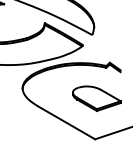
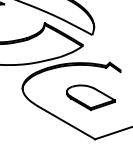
part at (96, 98) position: (96, 98) -> (90, 97)
